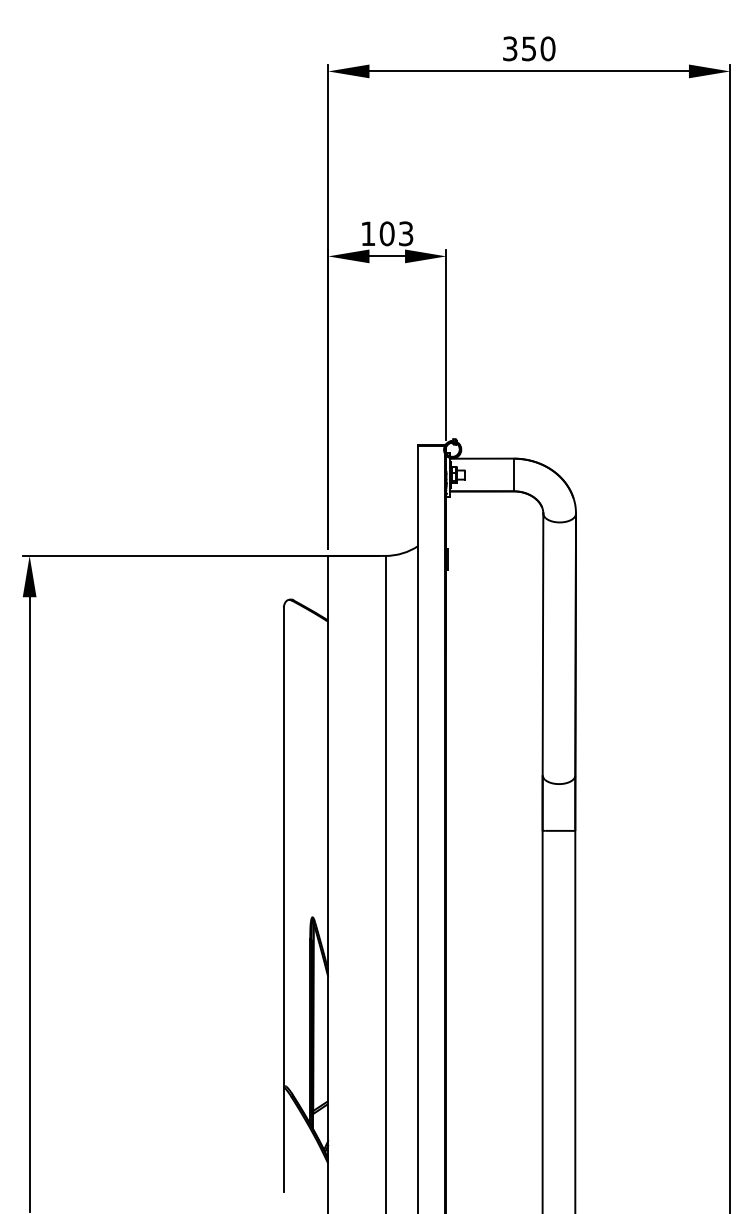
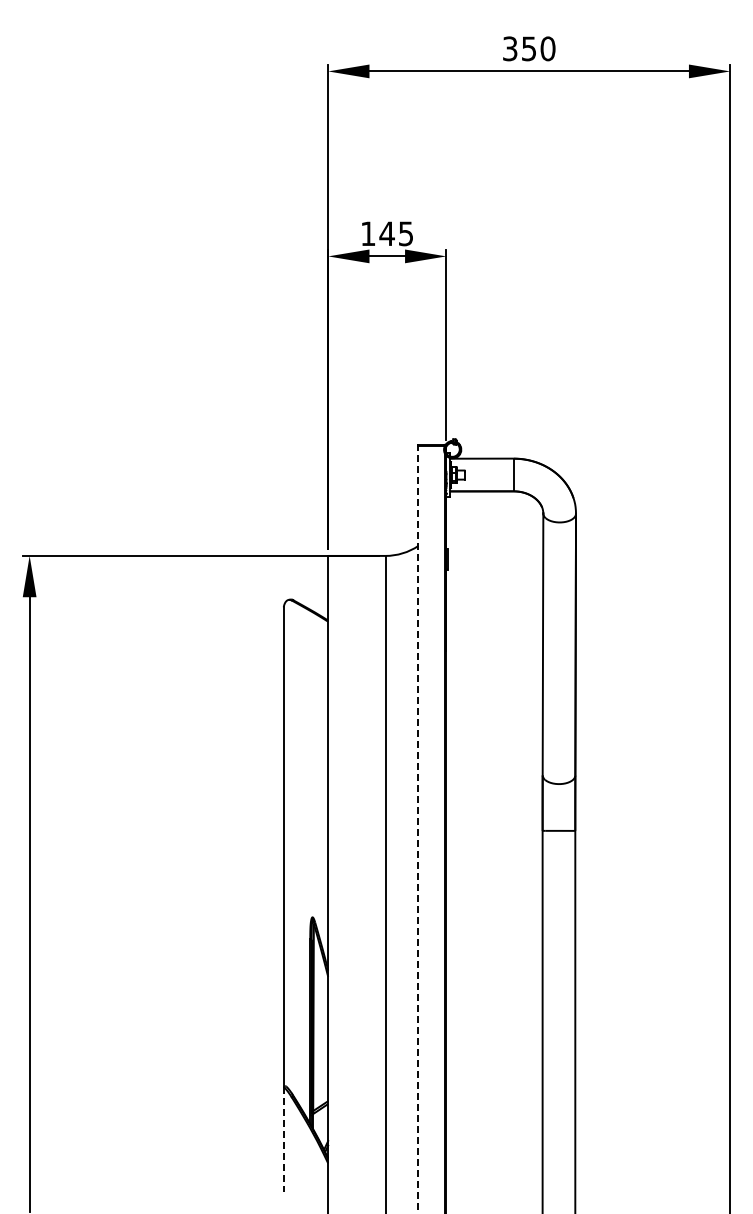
text at (396, 233): 103 -> 145
line at (418, 829): solid -> dashed
line at (283, 1140): solid -> dashed
